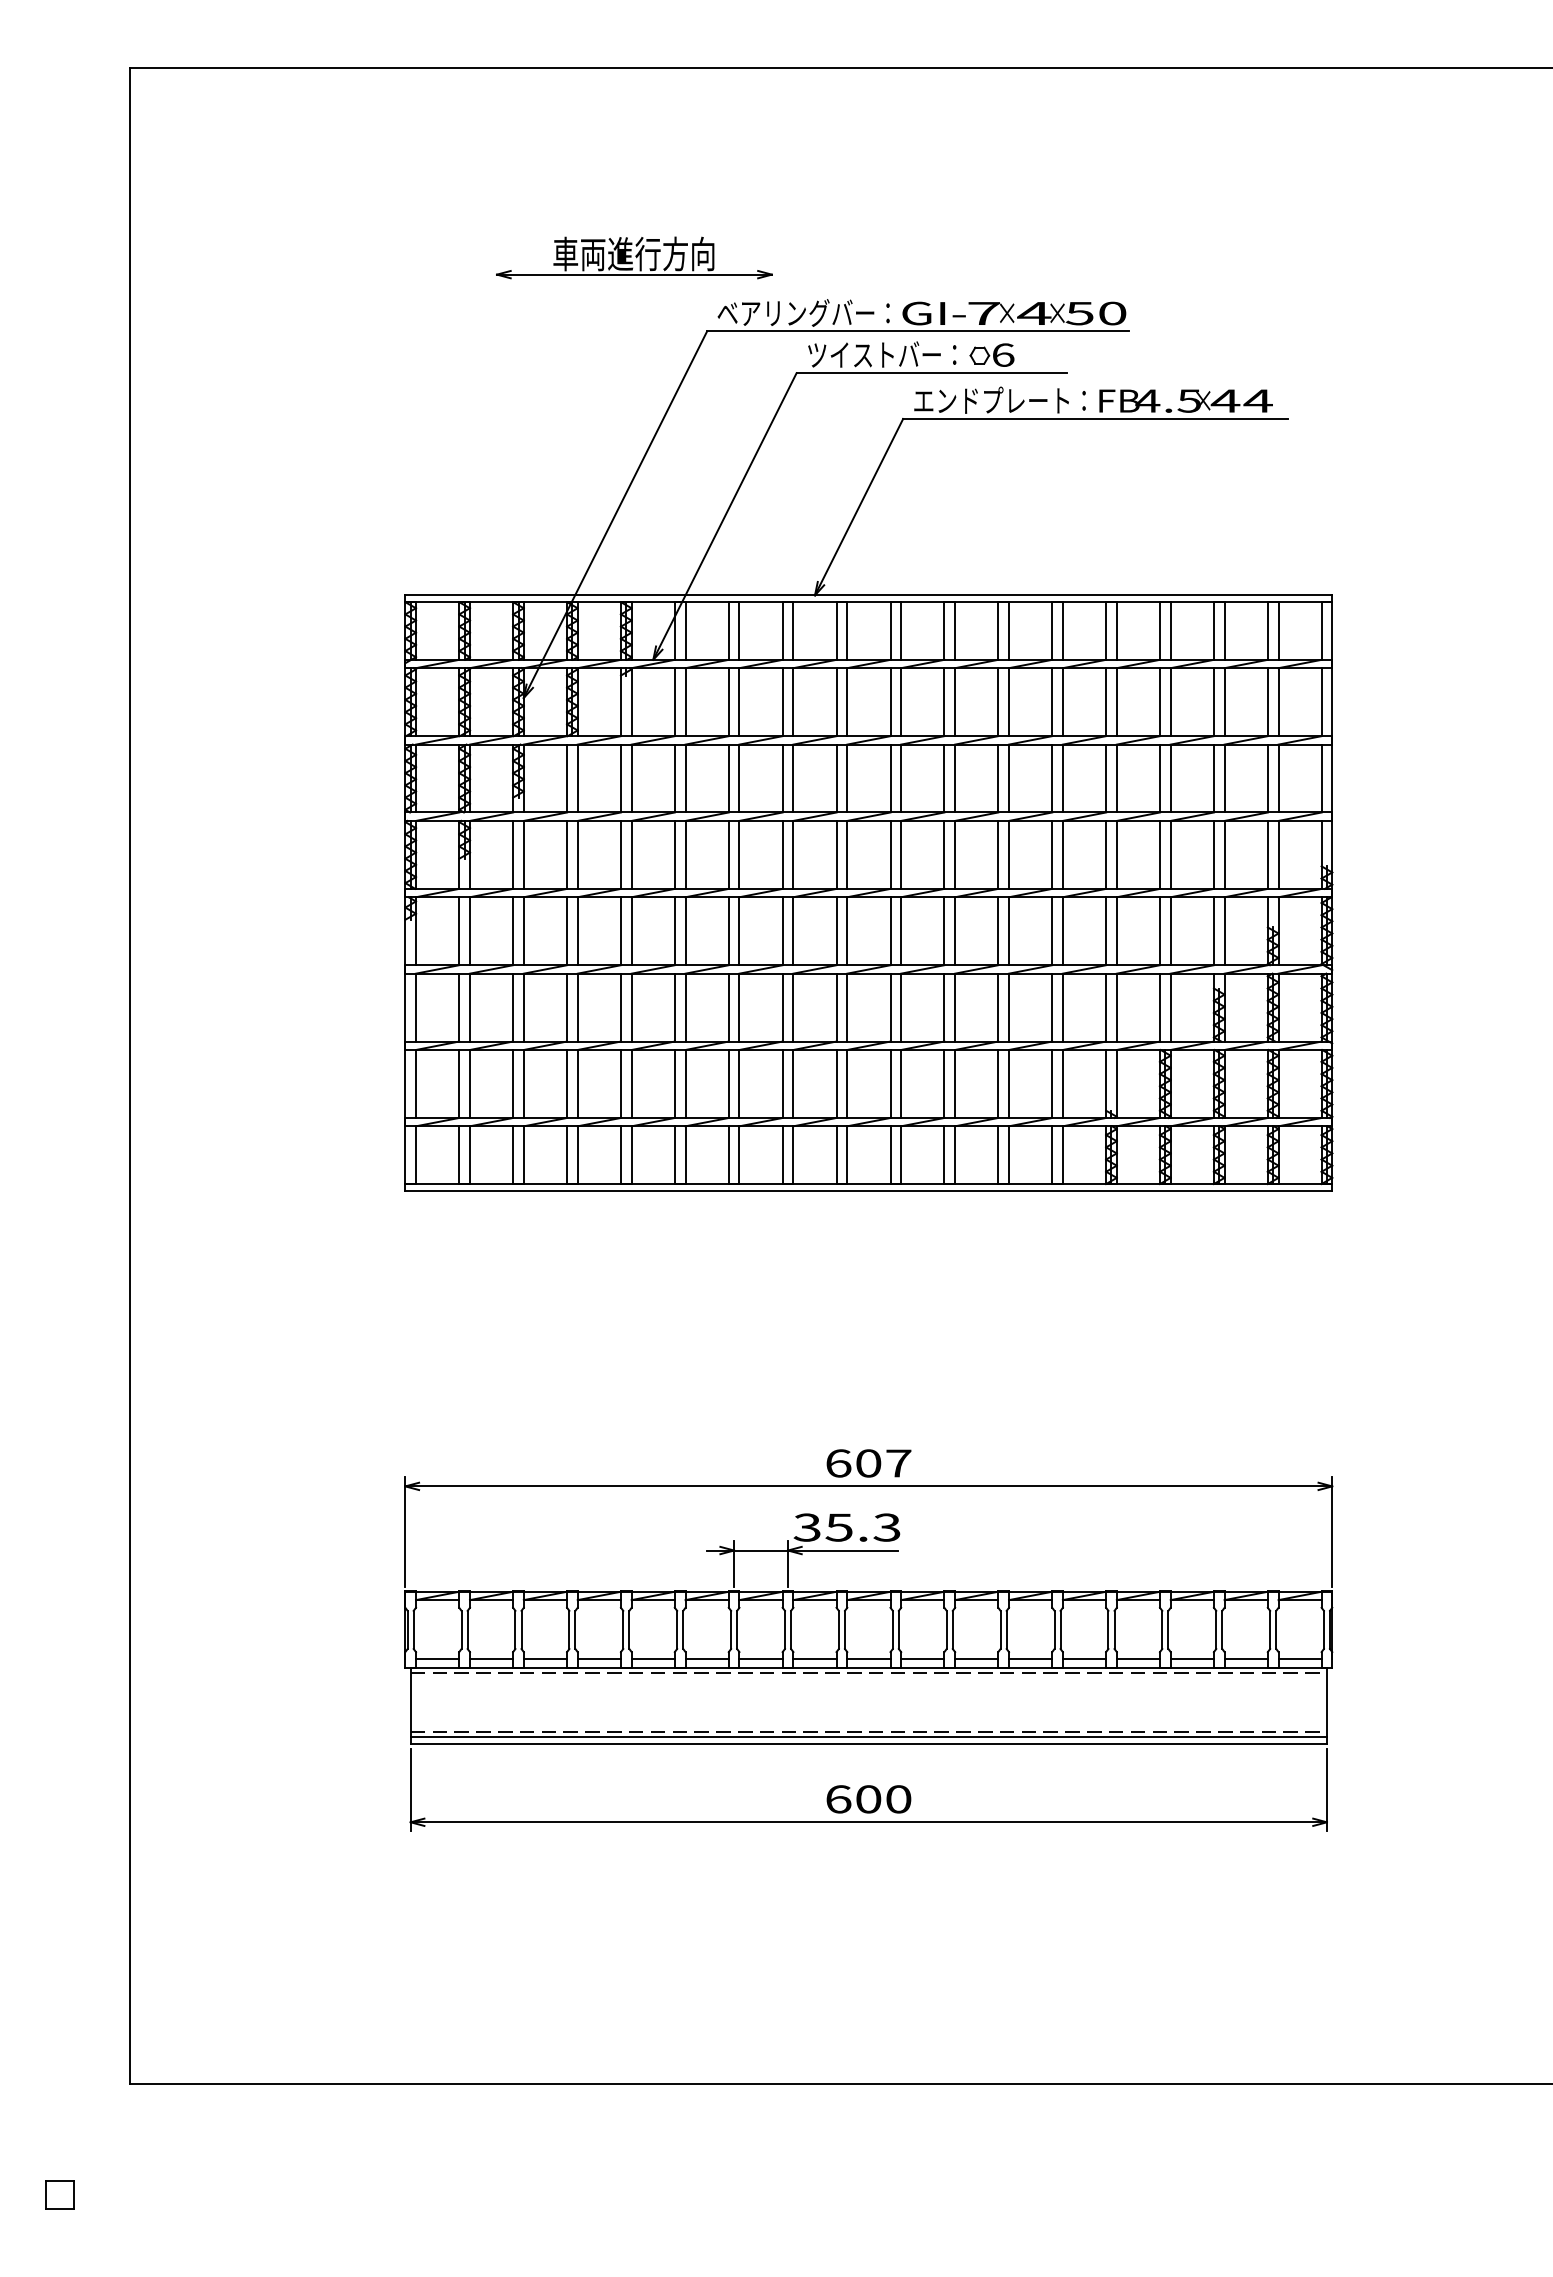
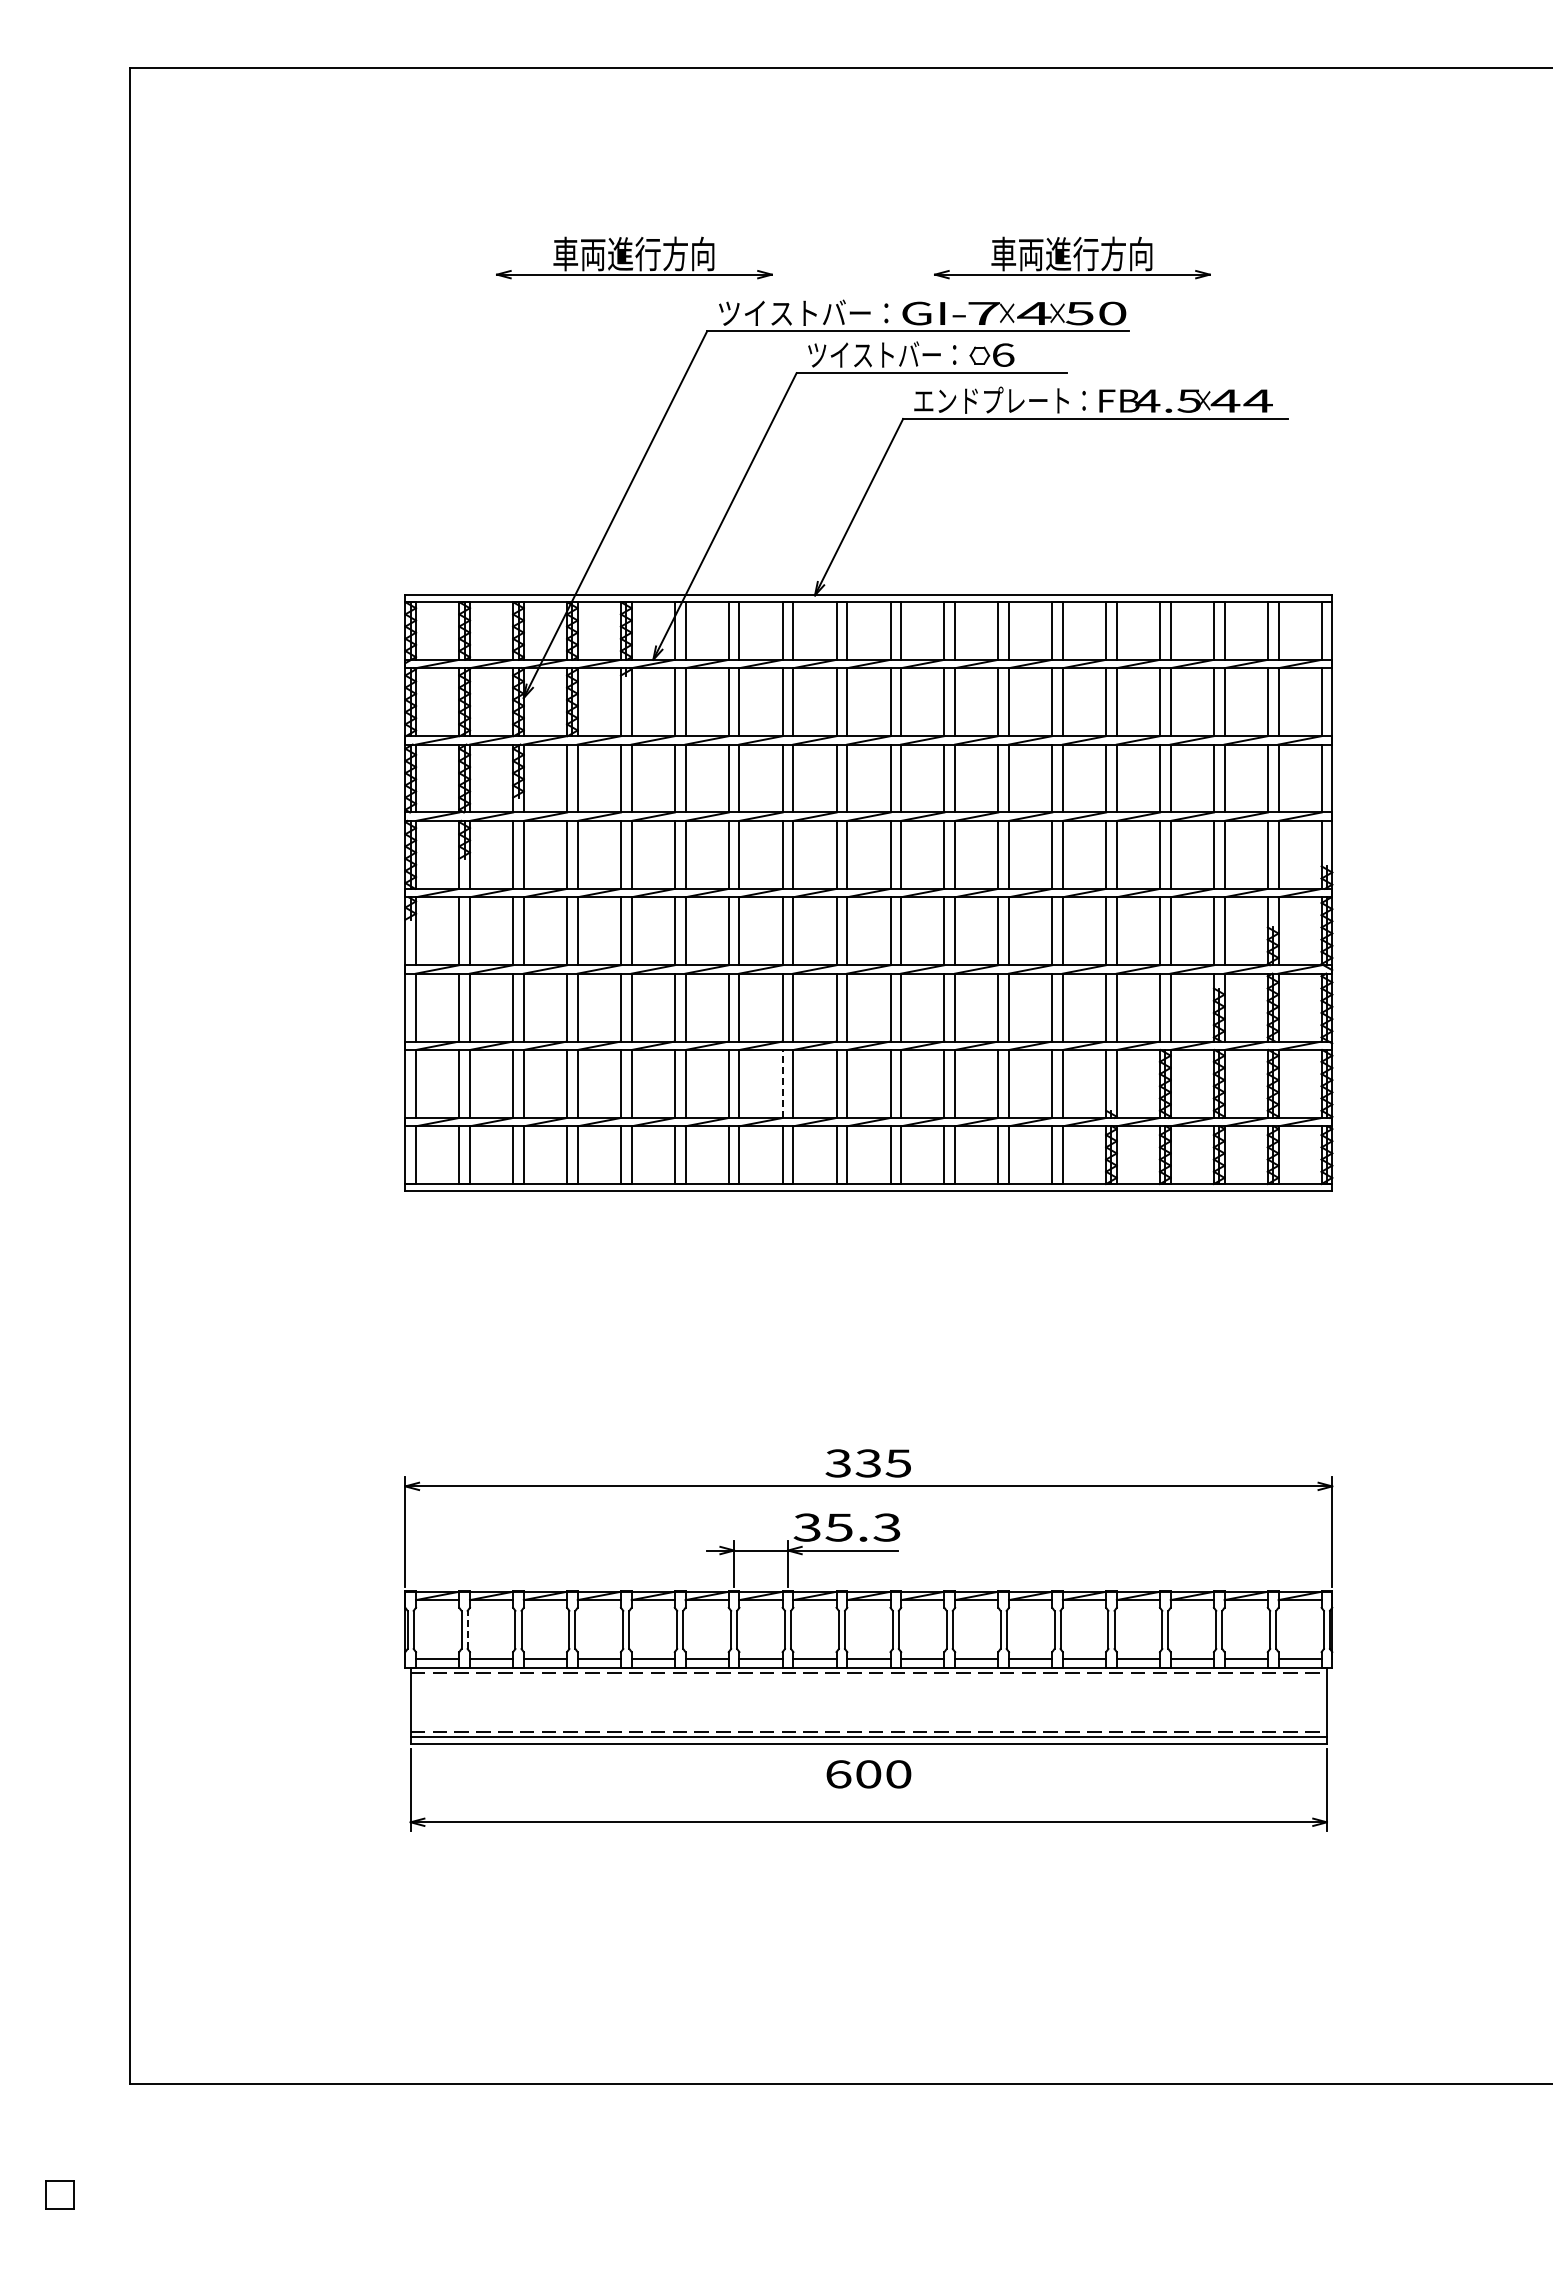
part at (1072, 257): none -> present
text at (803, 312): ベアリングバー： -> ツイストバー：
line at (782, 1083): solid -> dashed
text at (868, 1463): 607 -> 335
line at (467, 1629): solid -> dashed
text at (868, 1799) position: (868, 1799) -> (868, 1774)
